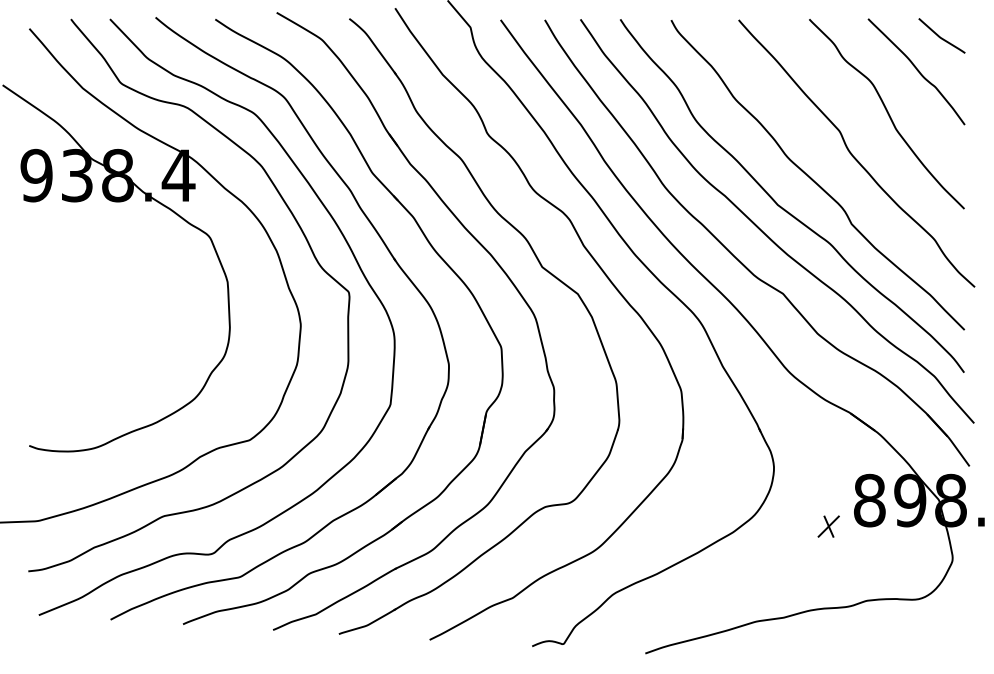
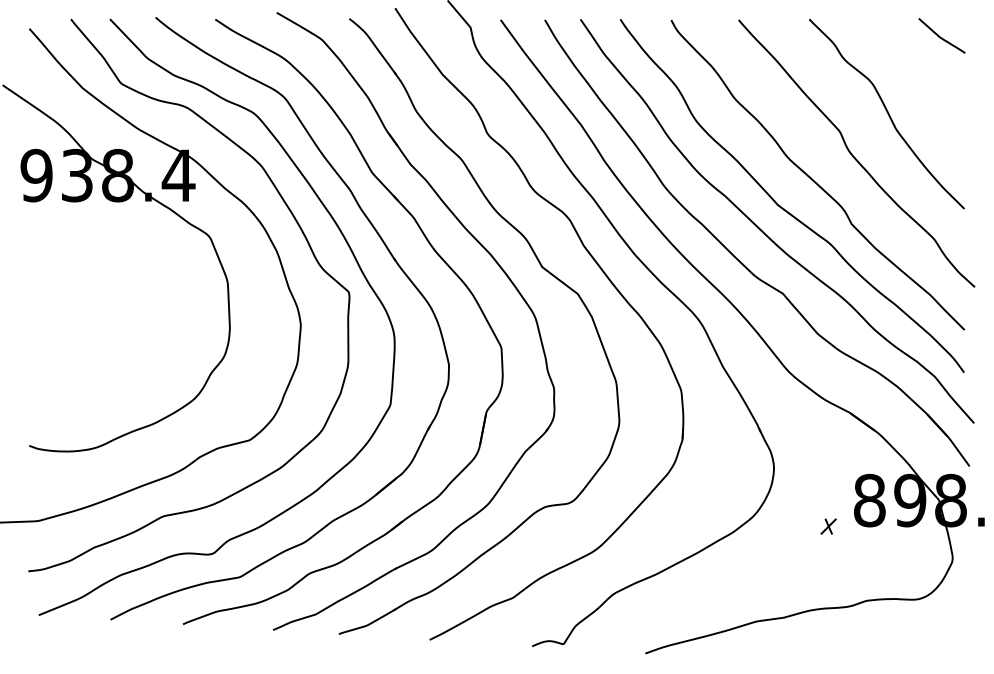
curve at (916, 70): present -> none
part at (828, 526) size: 23x23 px -> 17x17 px
